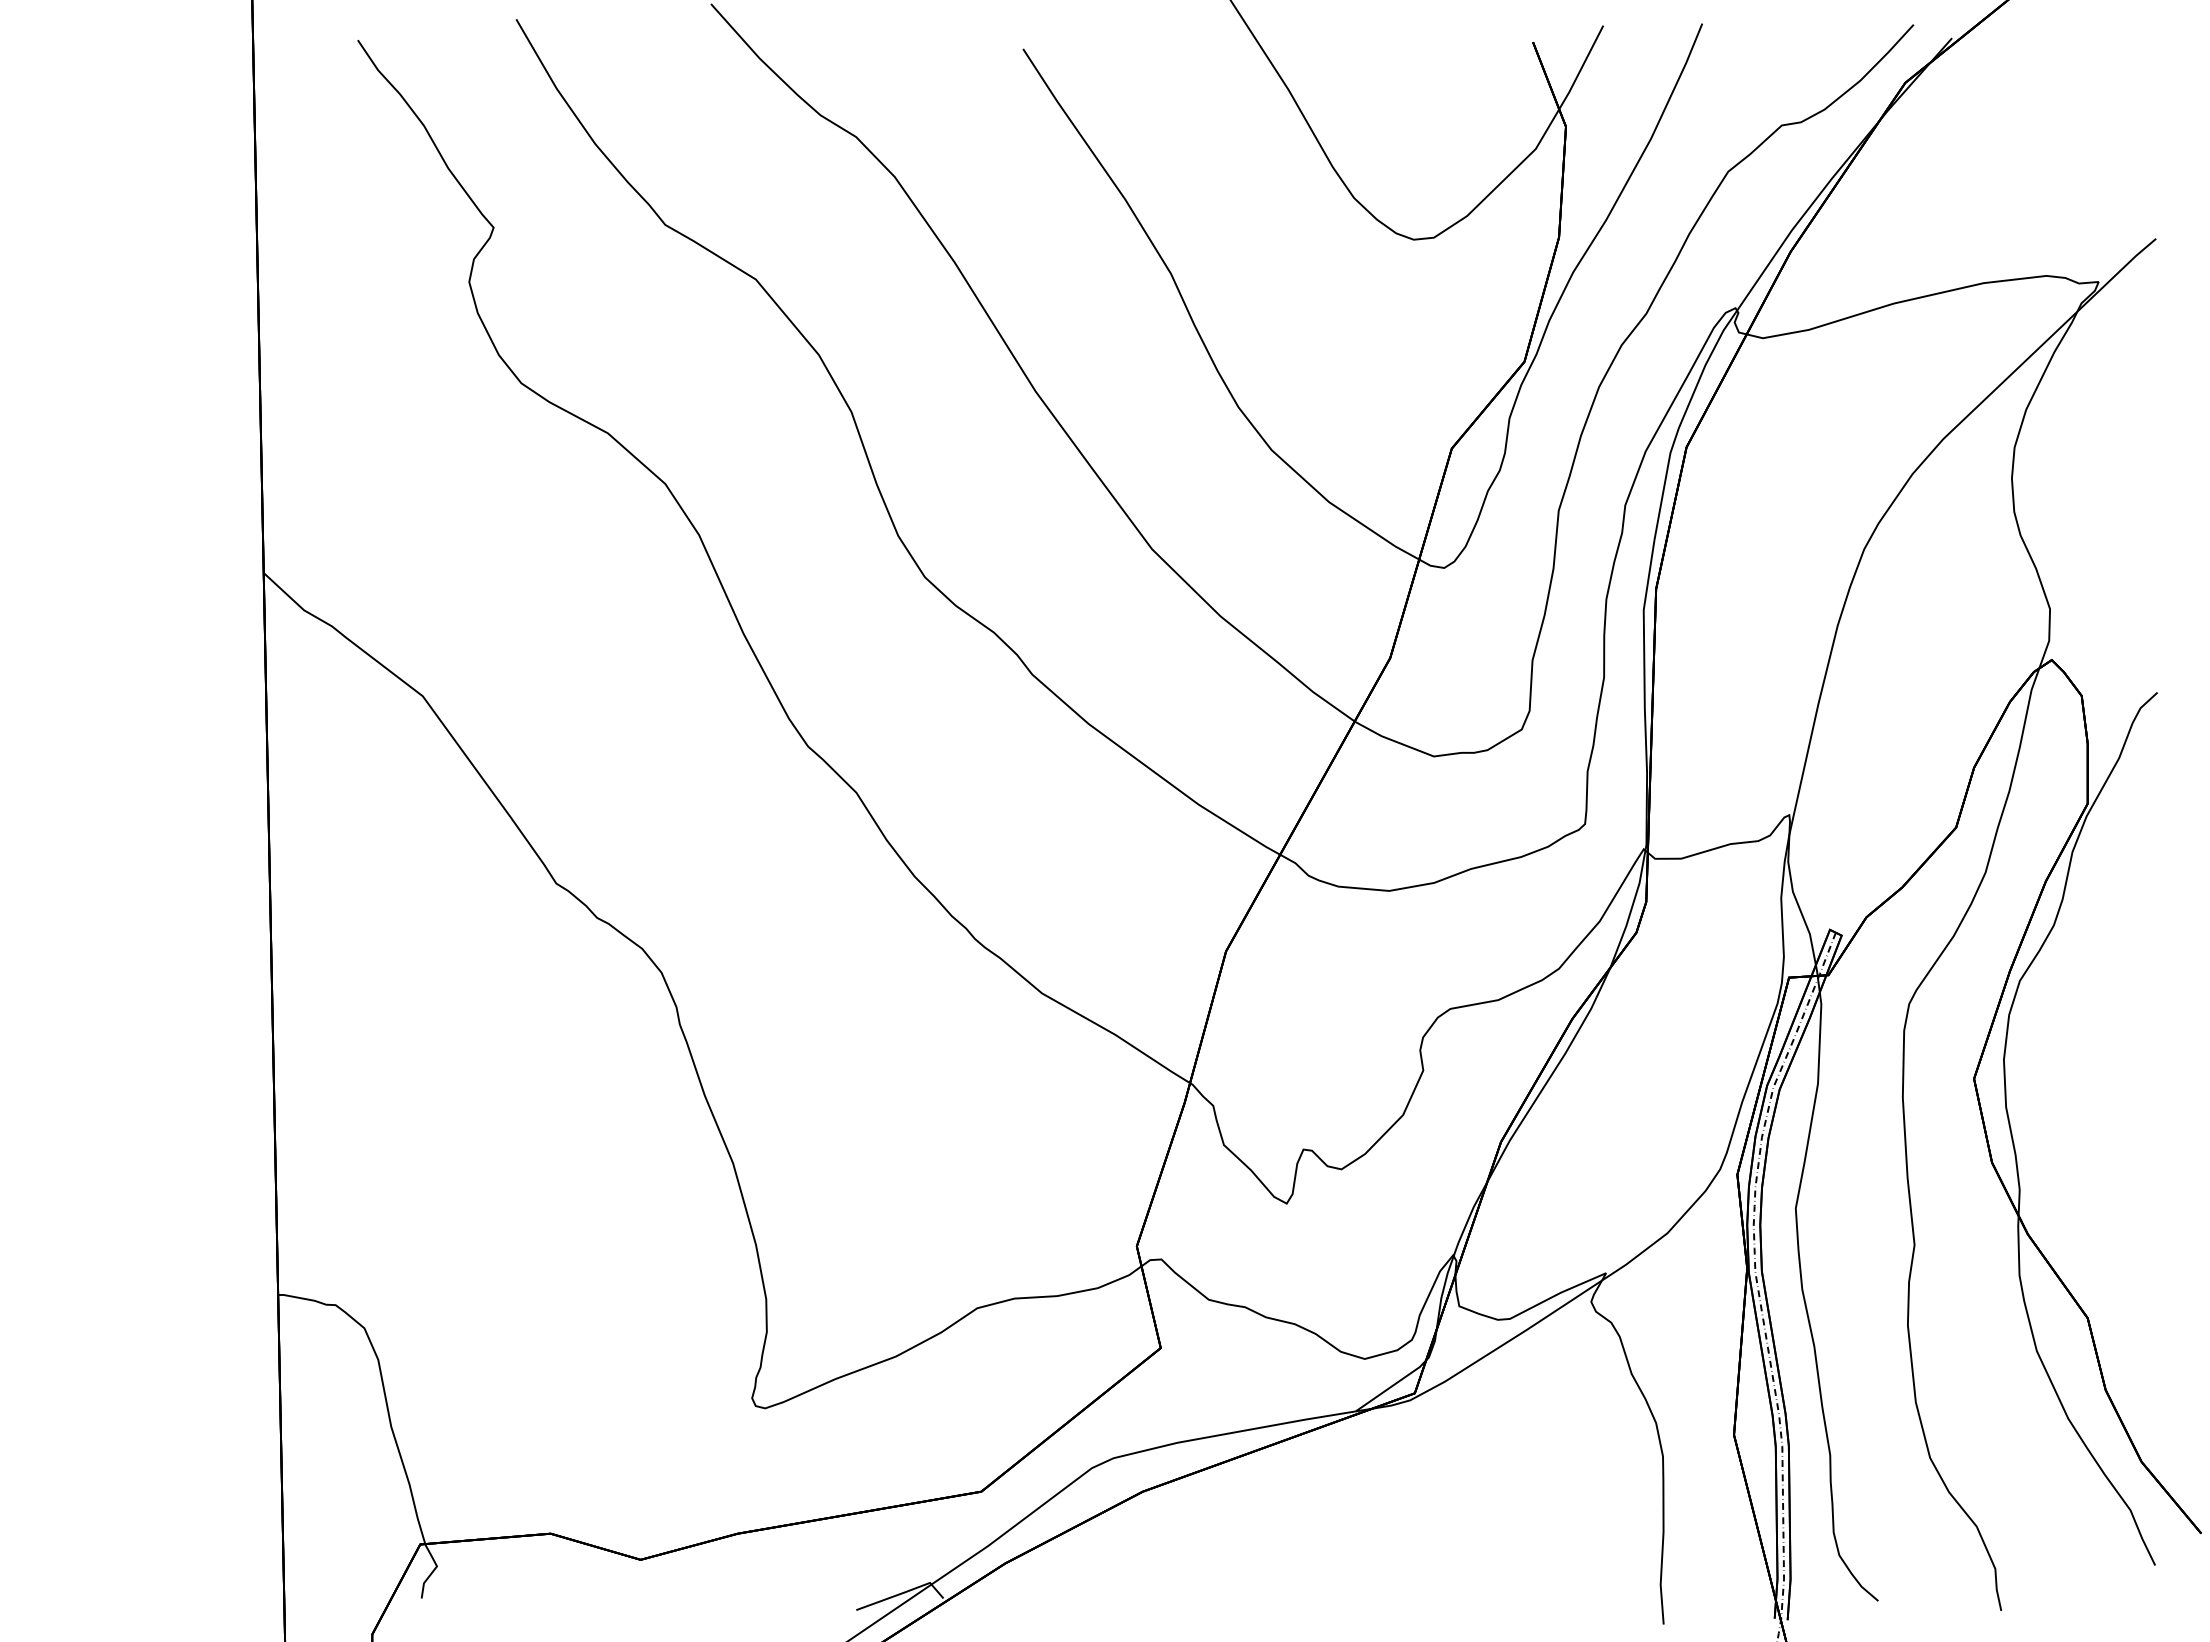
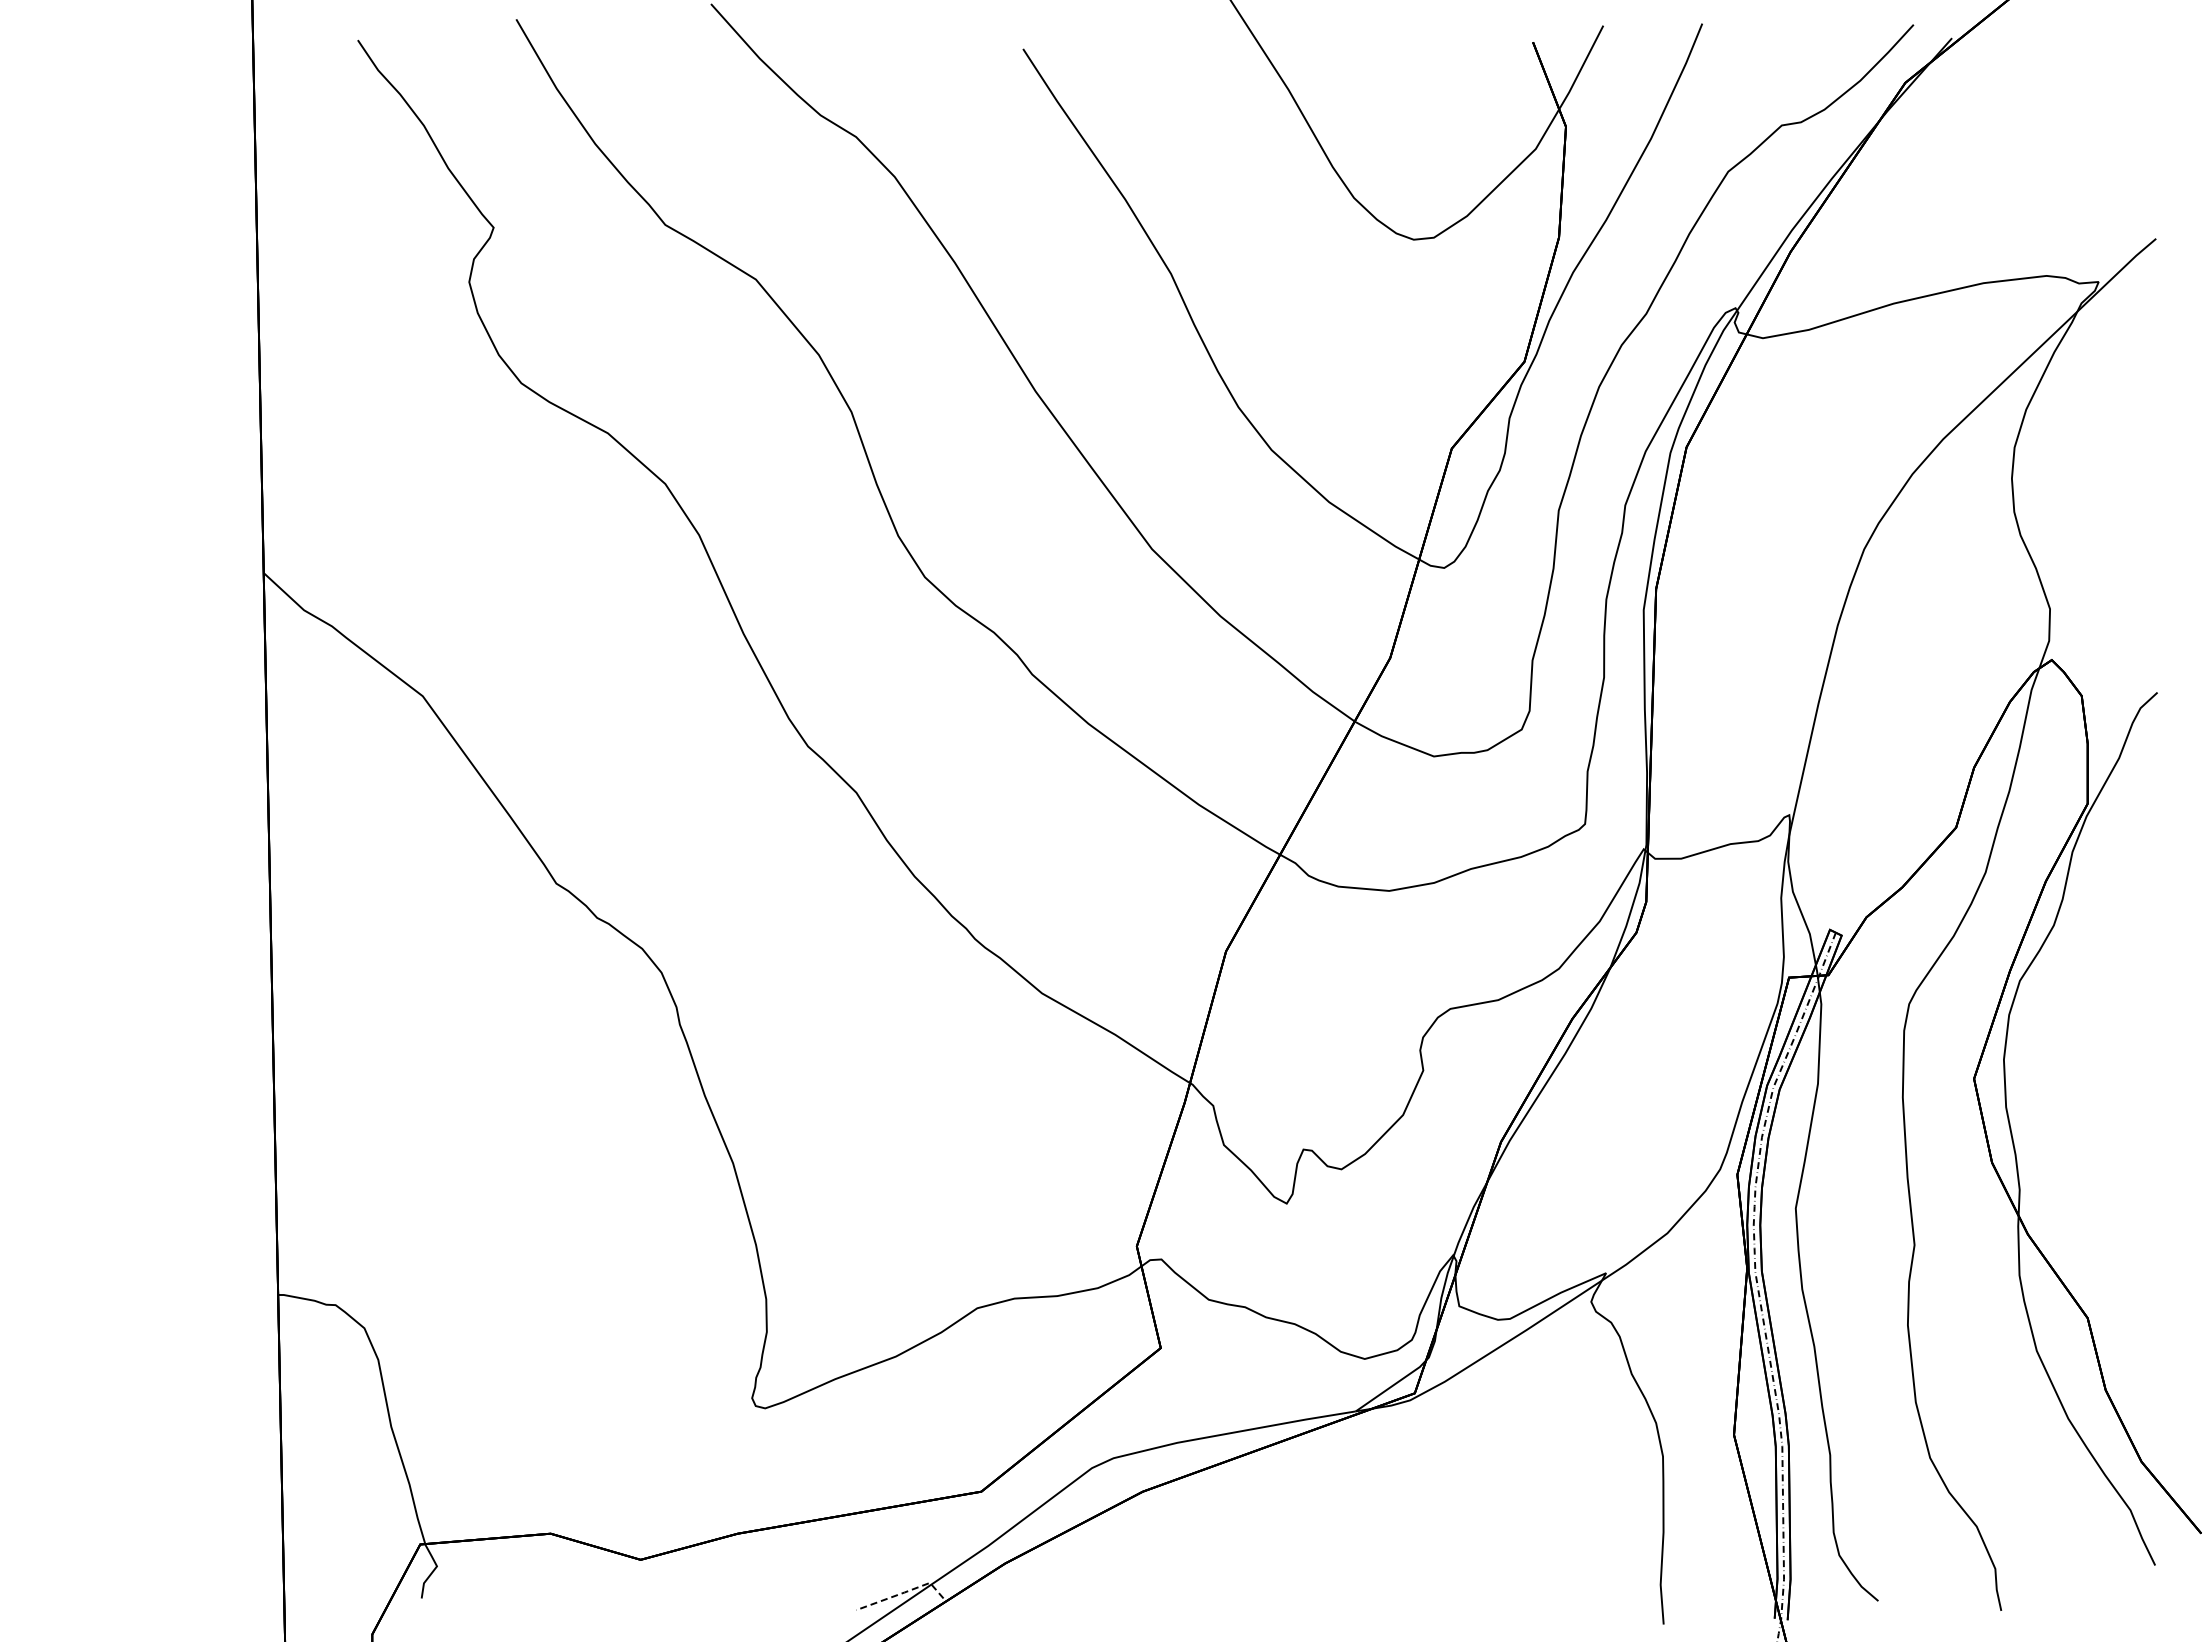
line at (903, 1592): solid -> dashed
